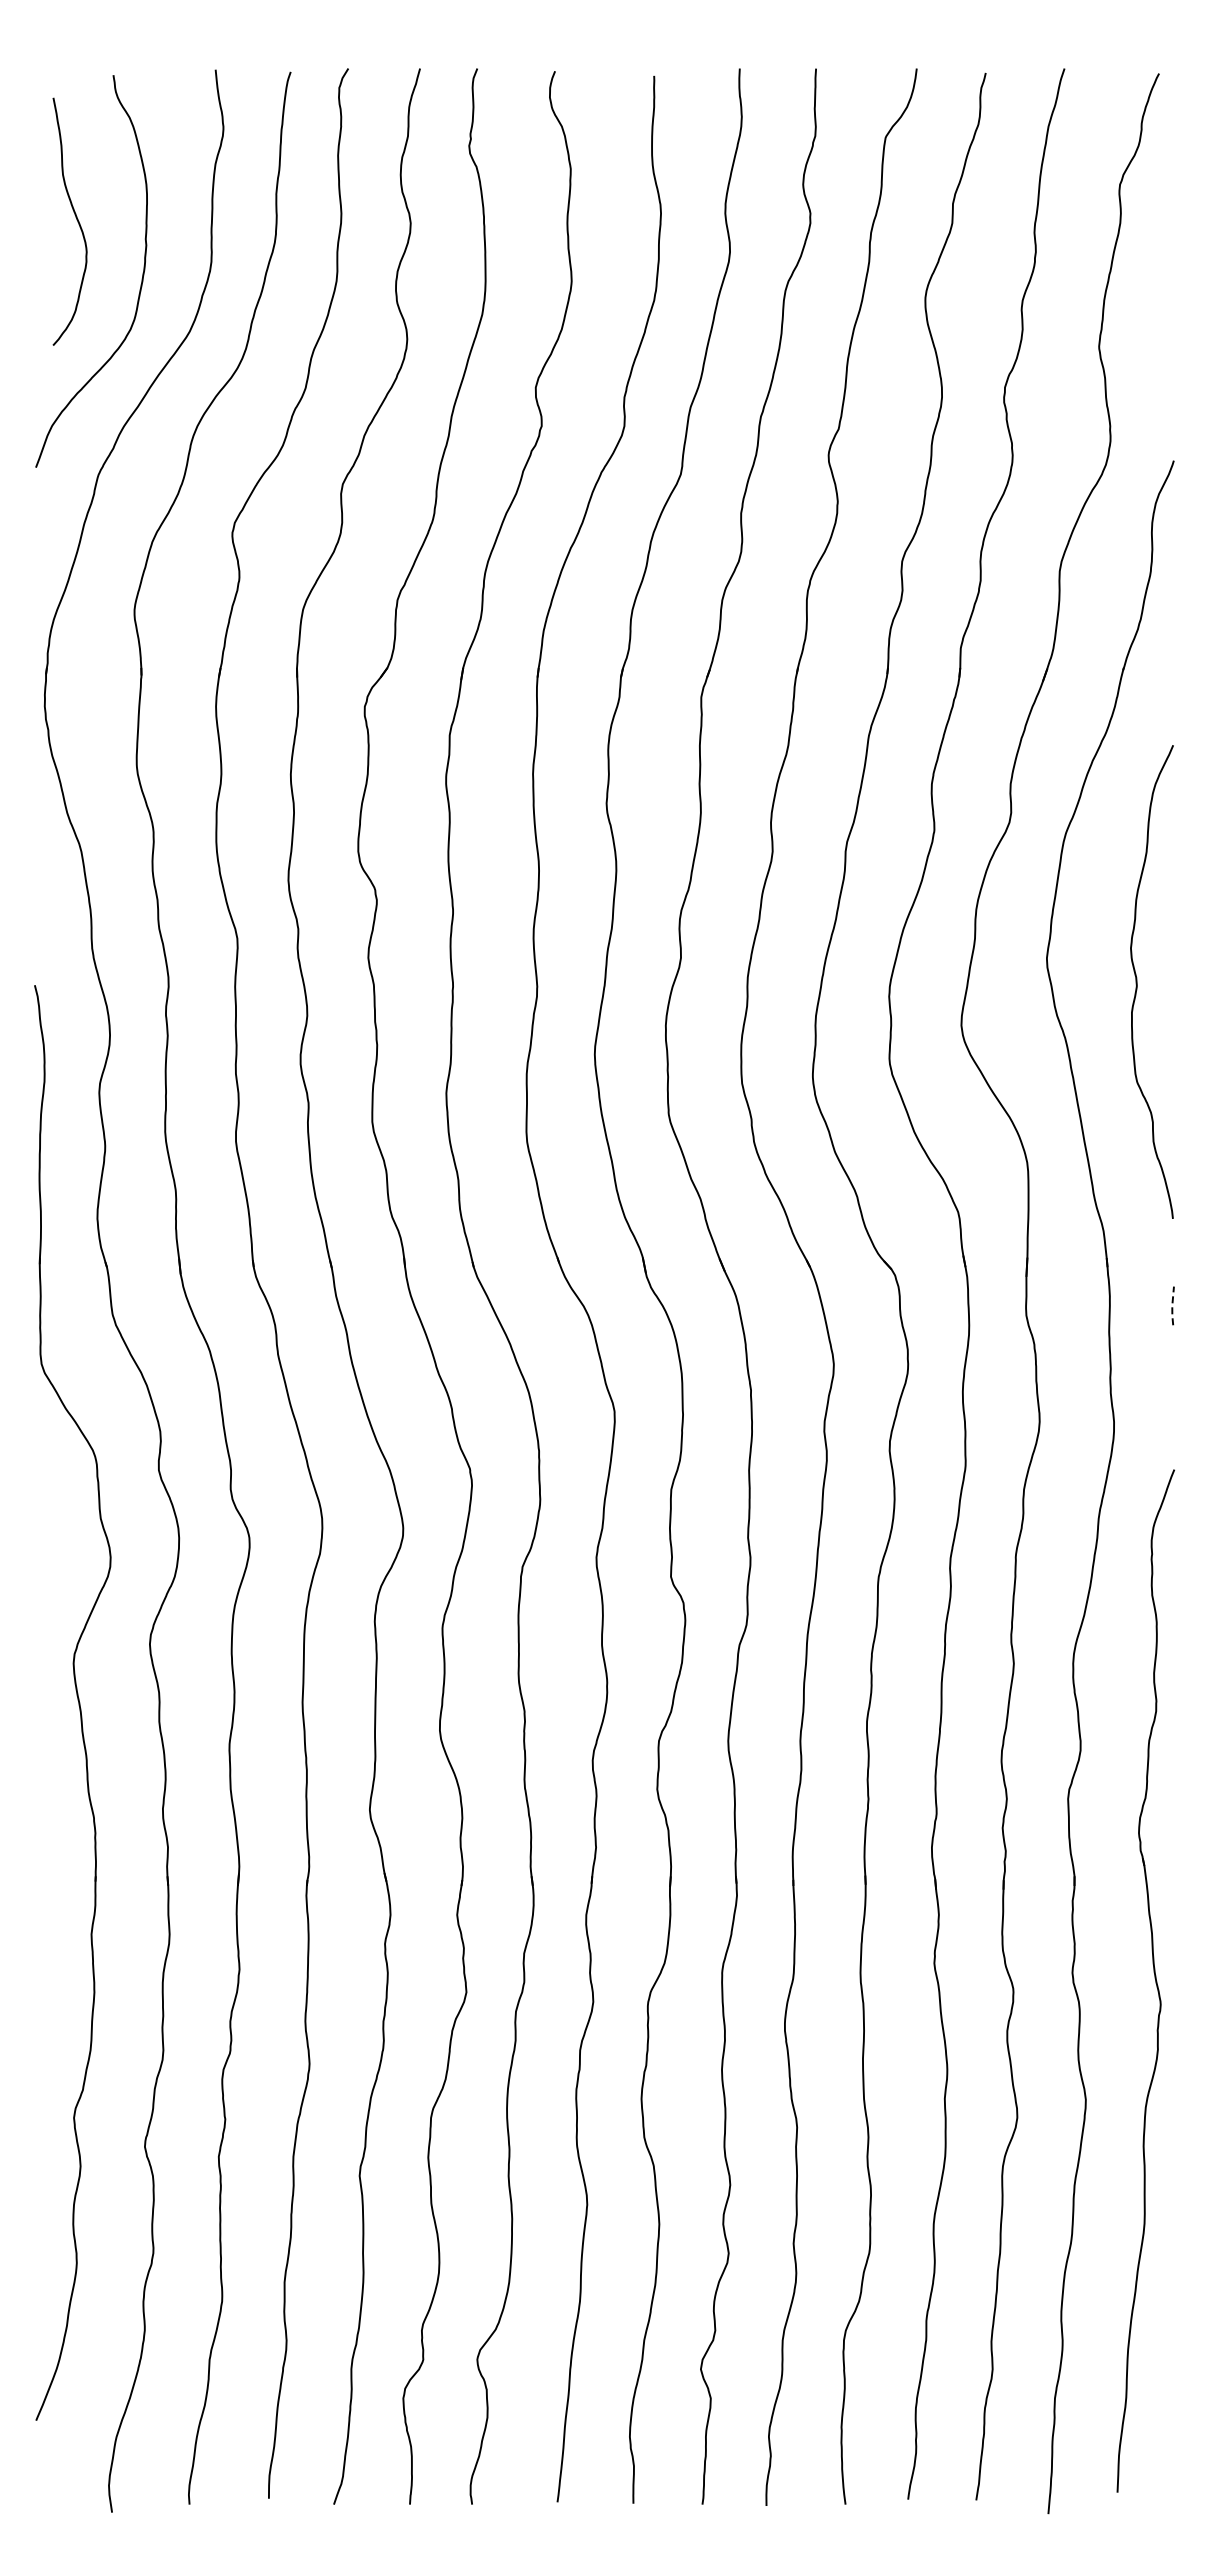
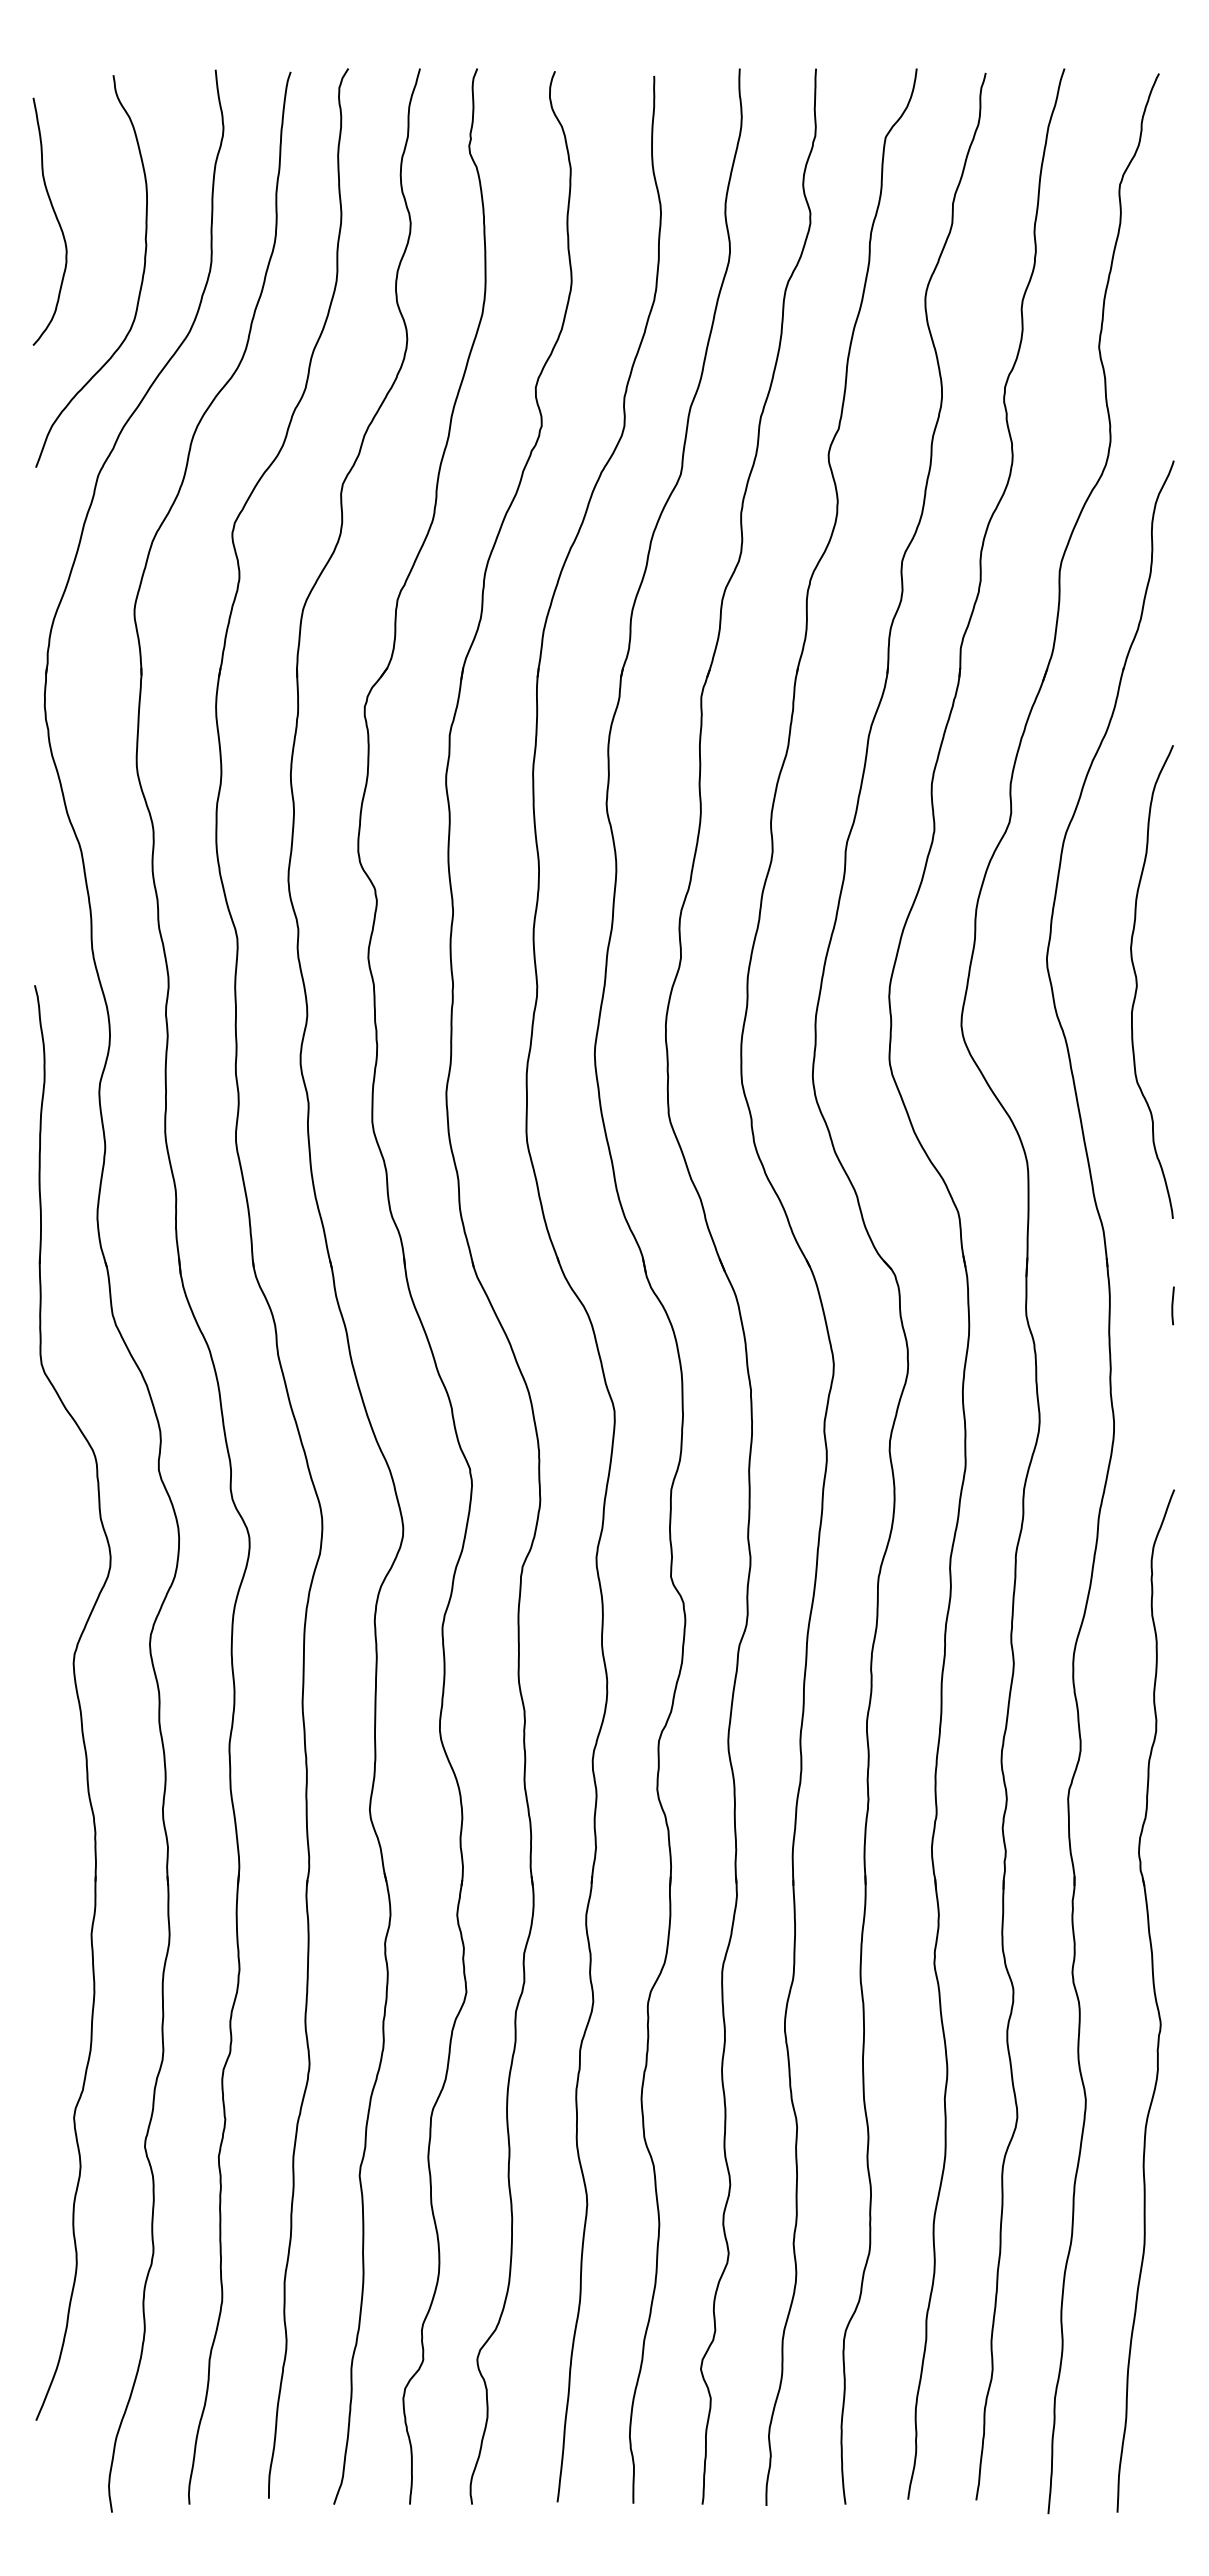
curve at (76, 220) position: (76, 220) -> (56, 220)
line at (1172, 1305): dashed -> solid
part at (1154, 1978) position: (1154, 1978) -> (1154, 1998)
